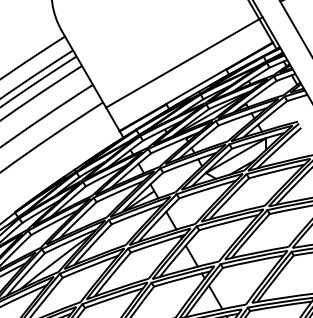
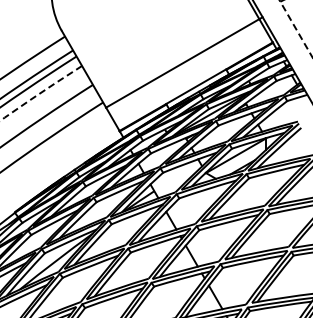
line at (296, 29): solid -> dashed
arc at (40, 93): solid -> dashed
